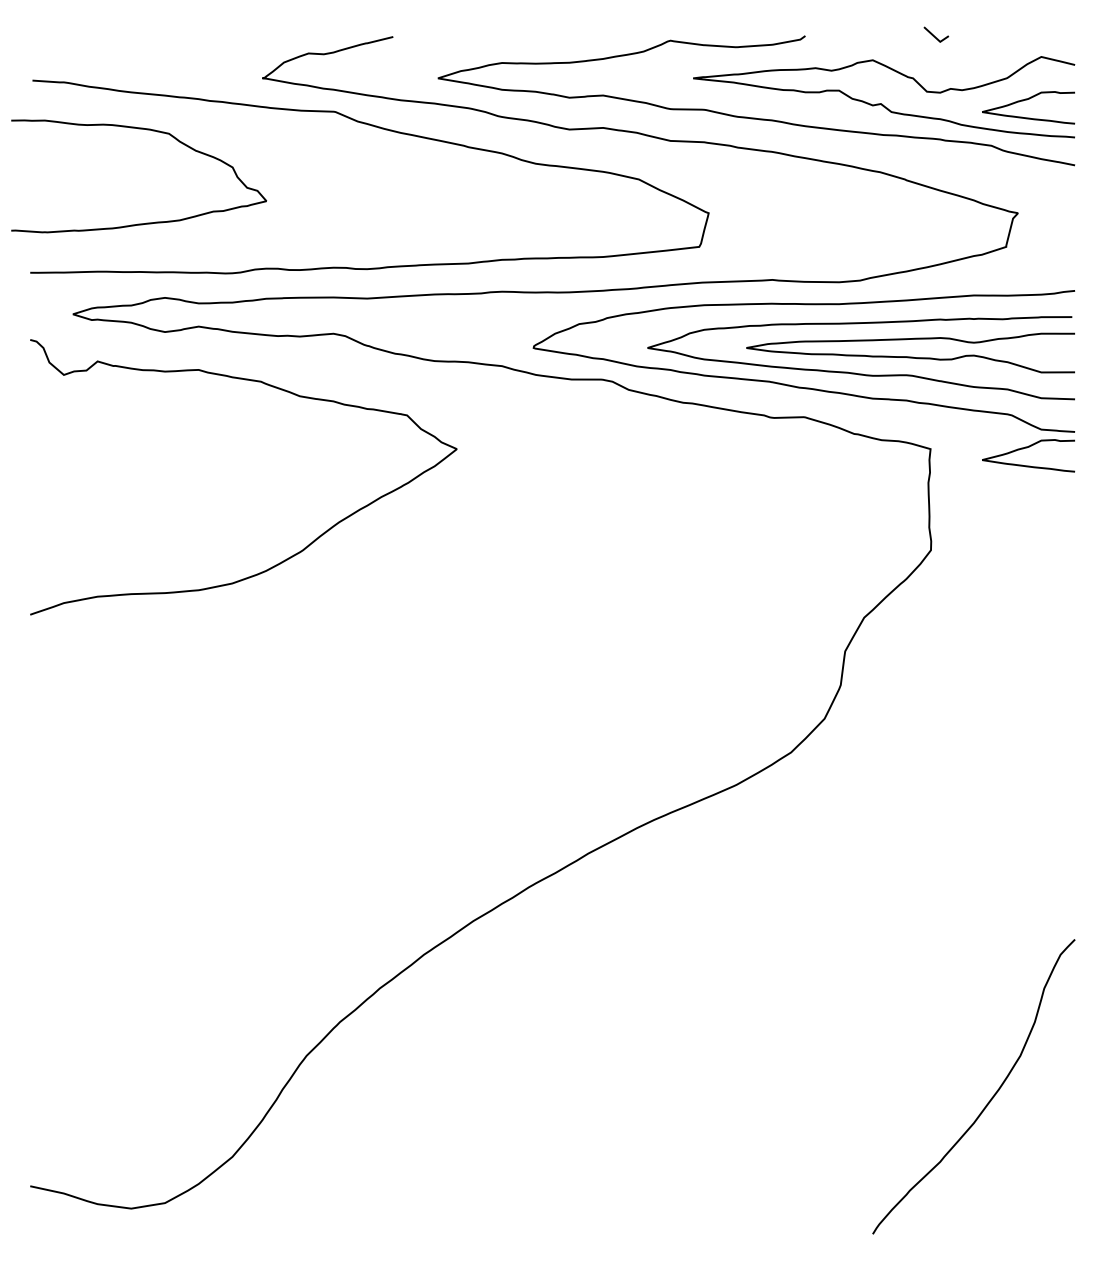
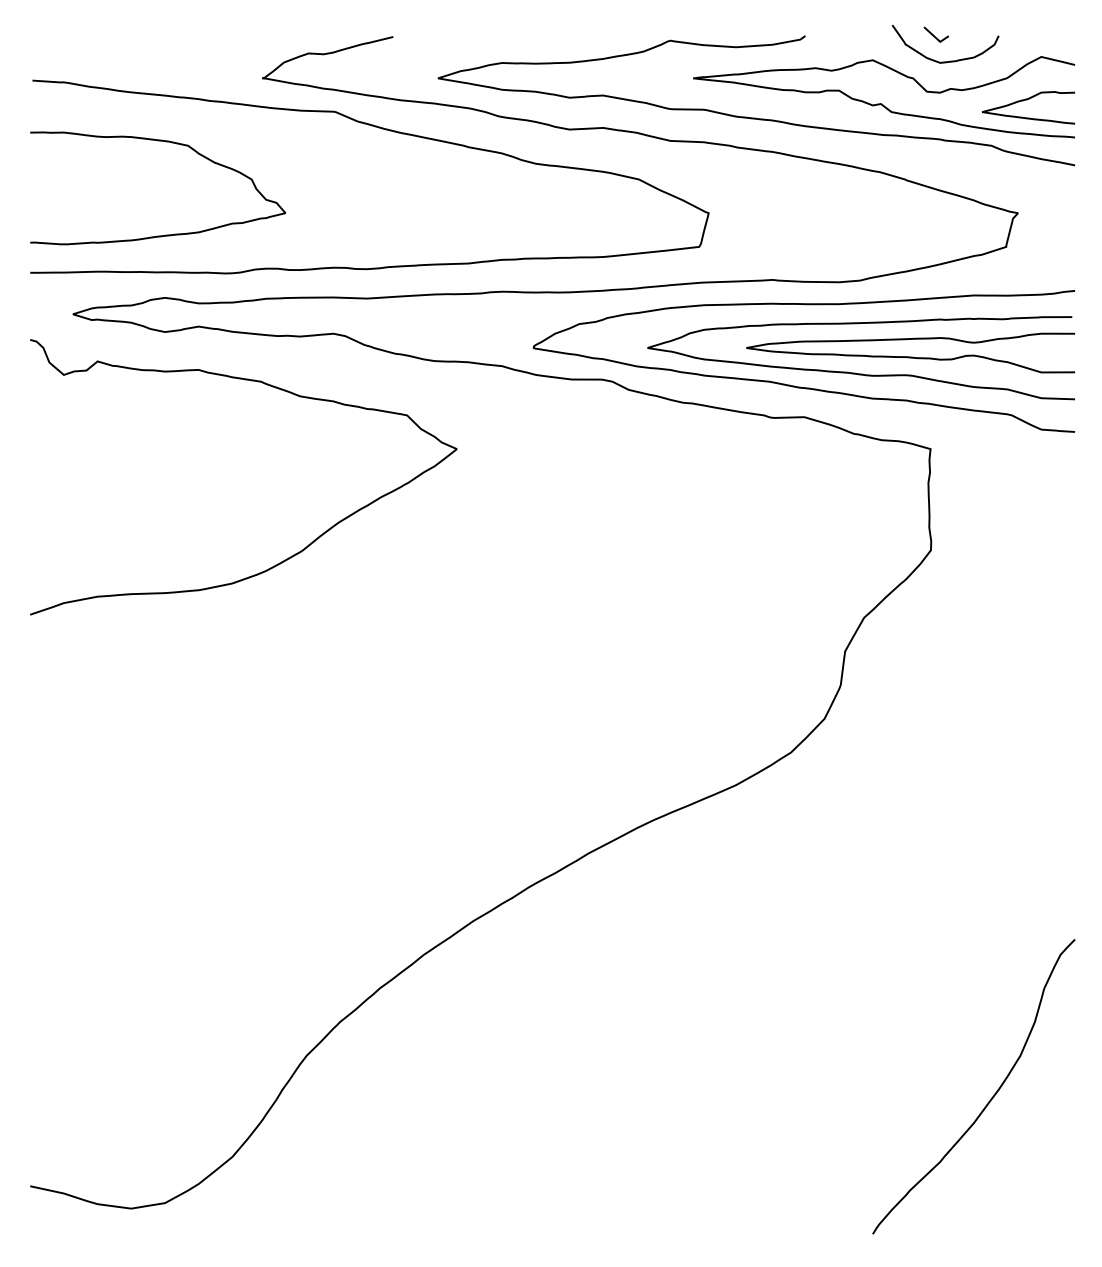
curve at (950, 60): none -> present
curve at (146, 130) position: (146, 130) -> (165, 142)
curve at (1027, 448): present -> none
